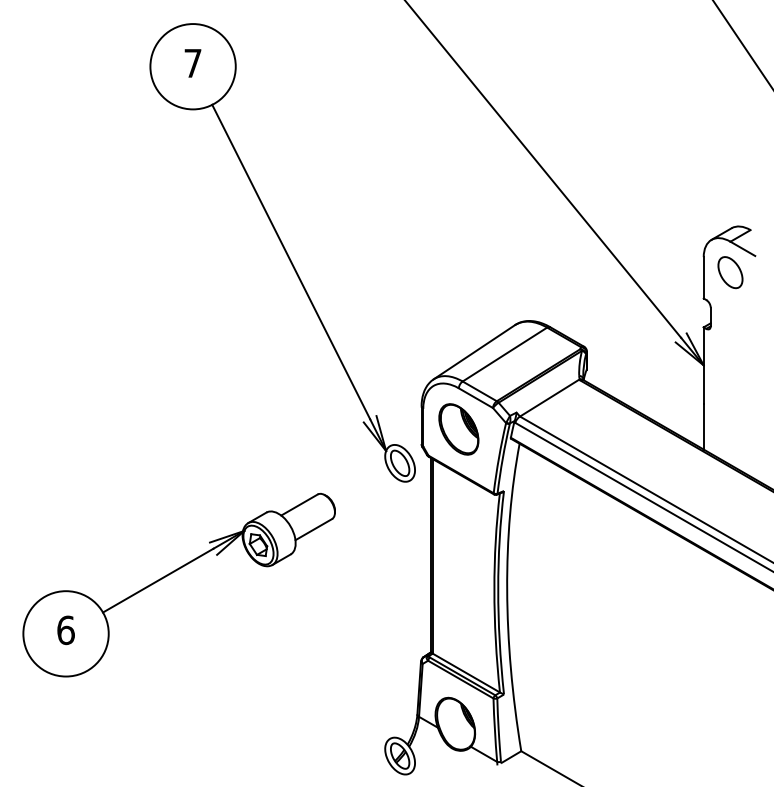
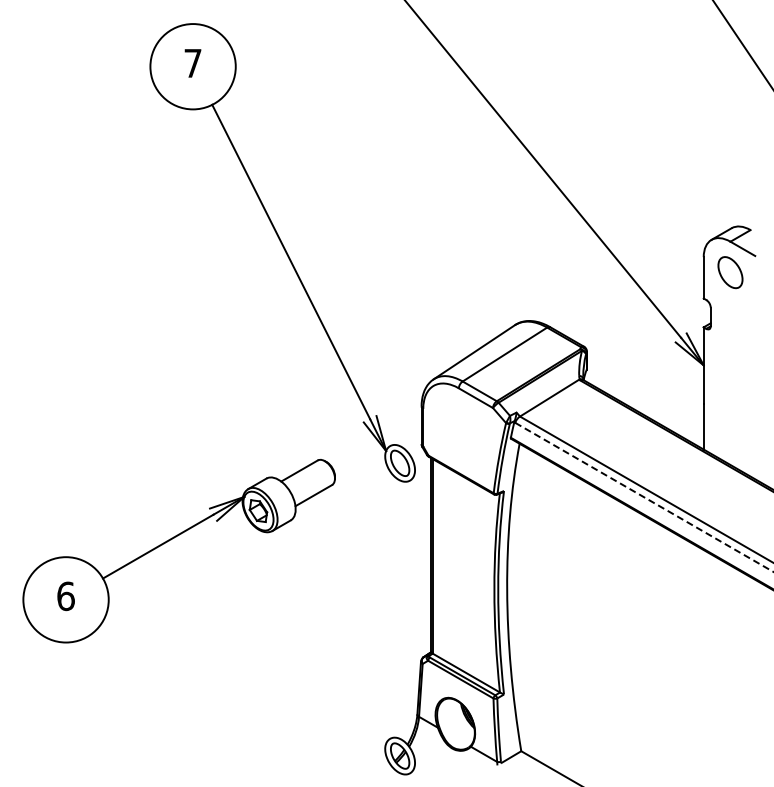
part at (458, 429): present -> none
line at (644, 497): solid -> dashed
part at (171, 574) position: (171, 574) -> (171, 540)
